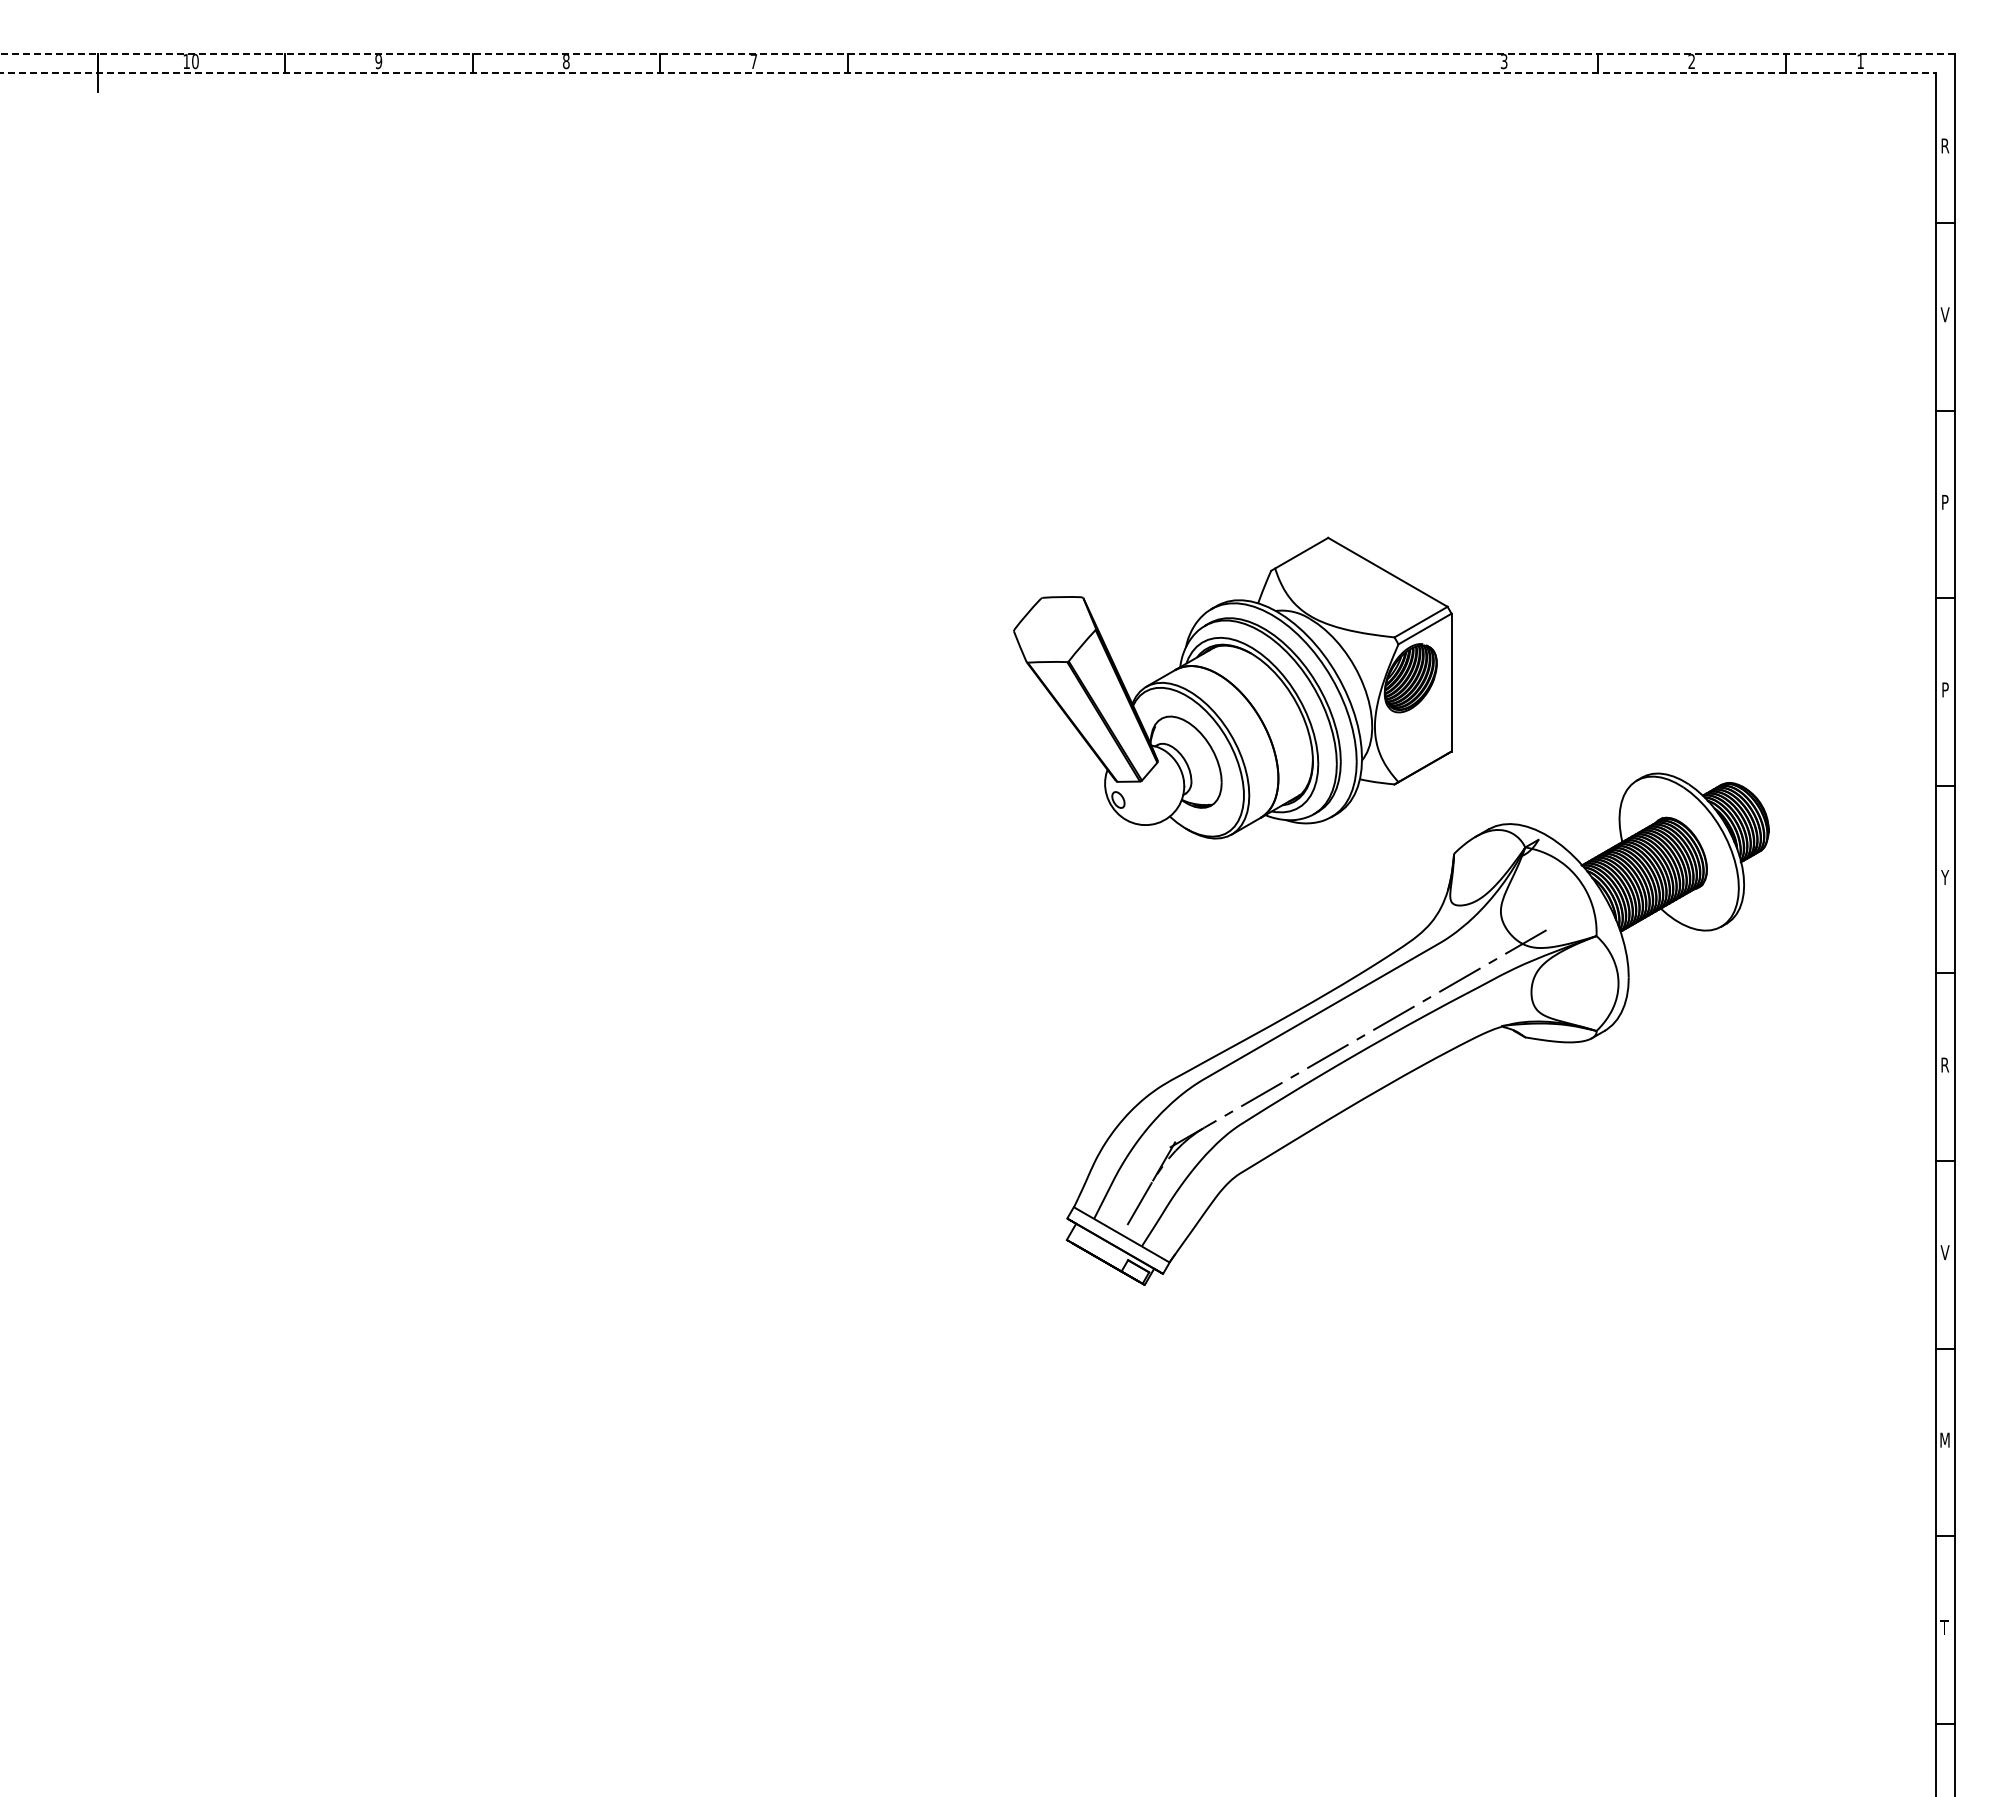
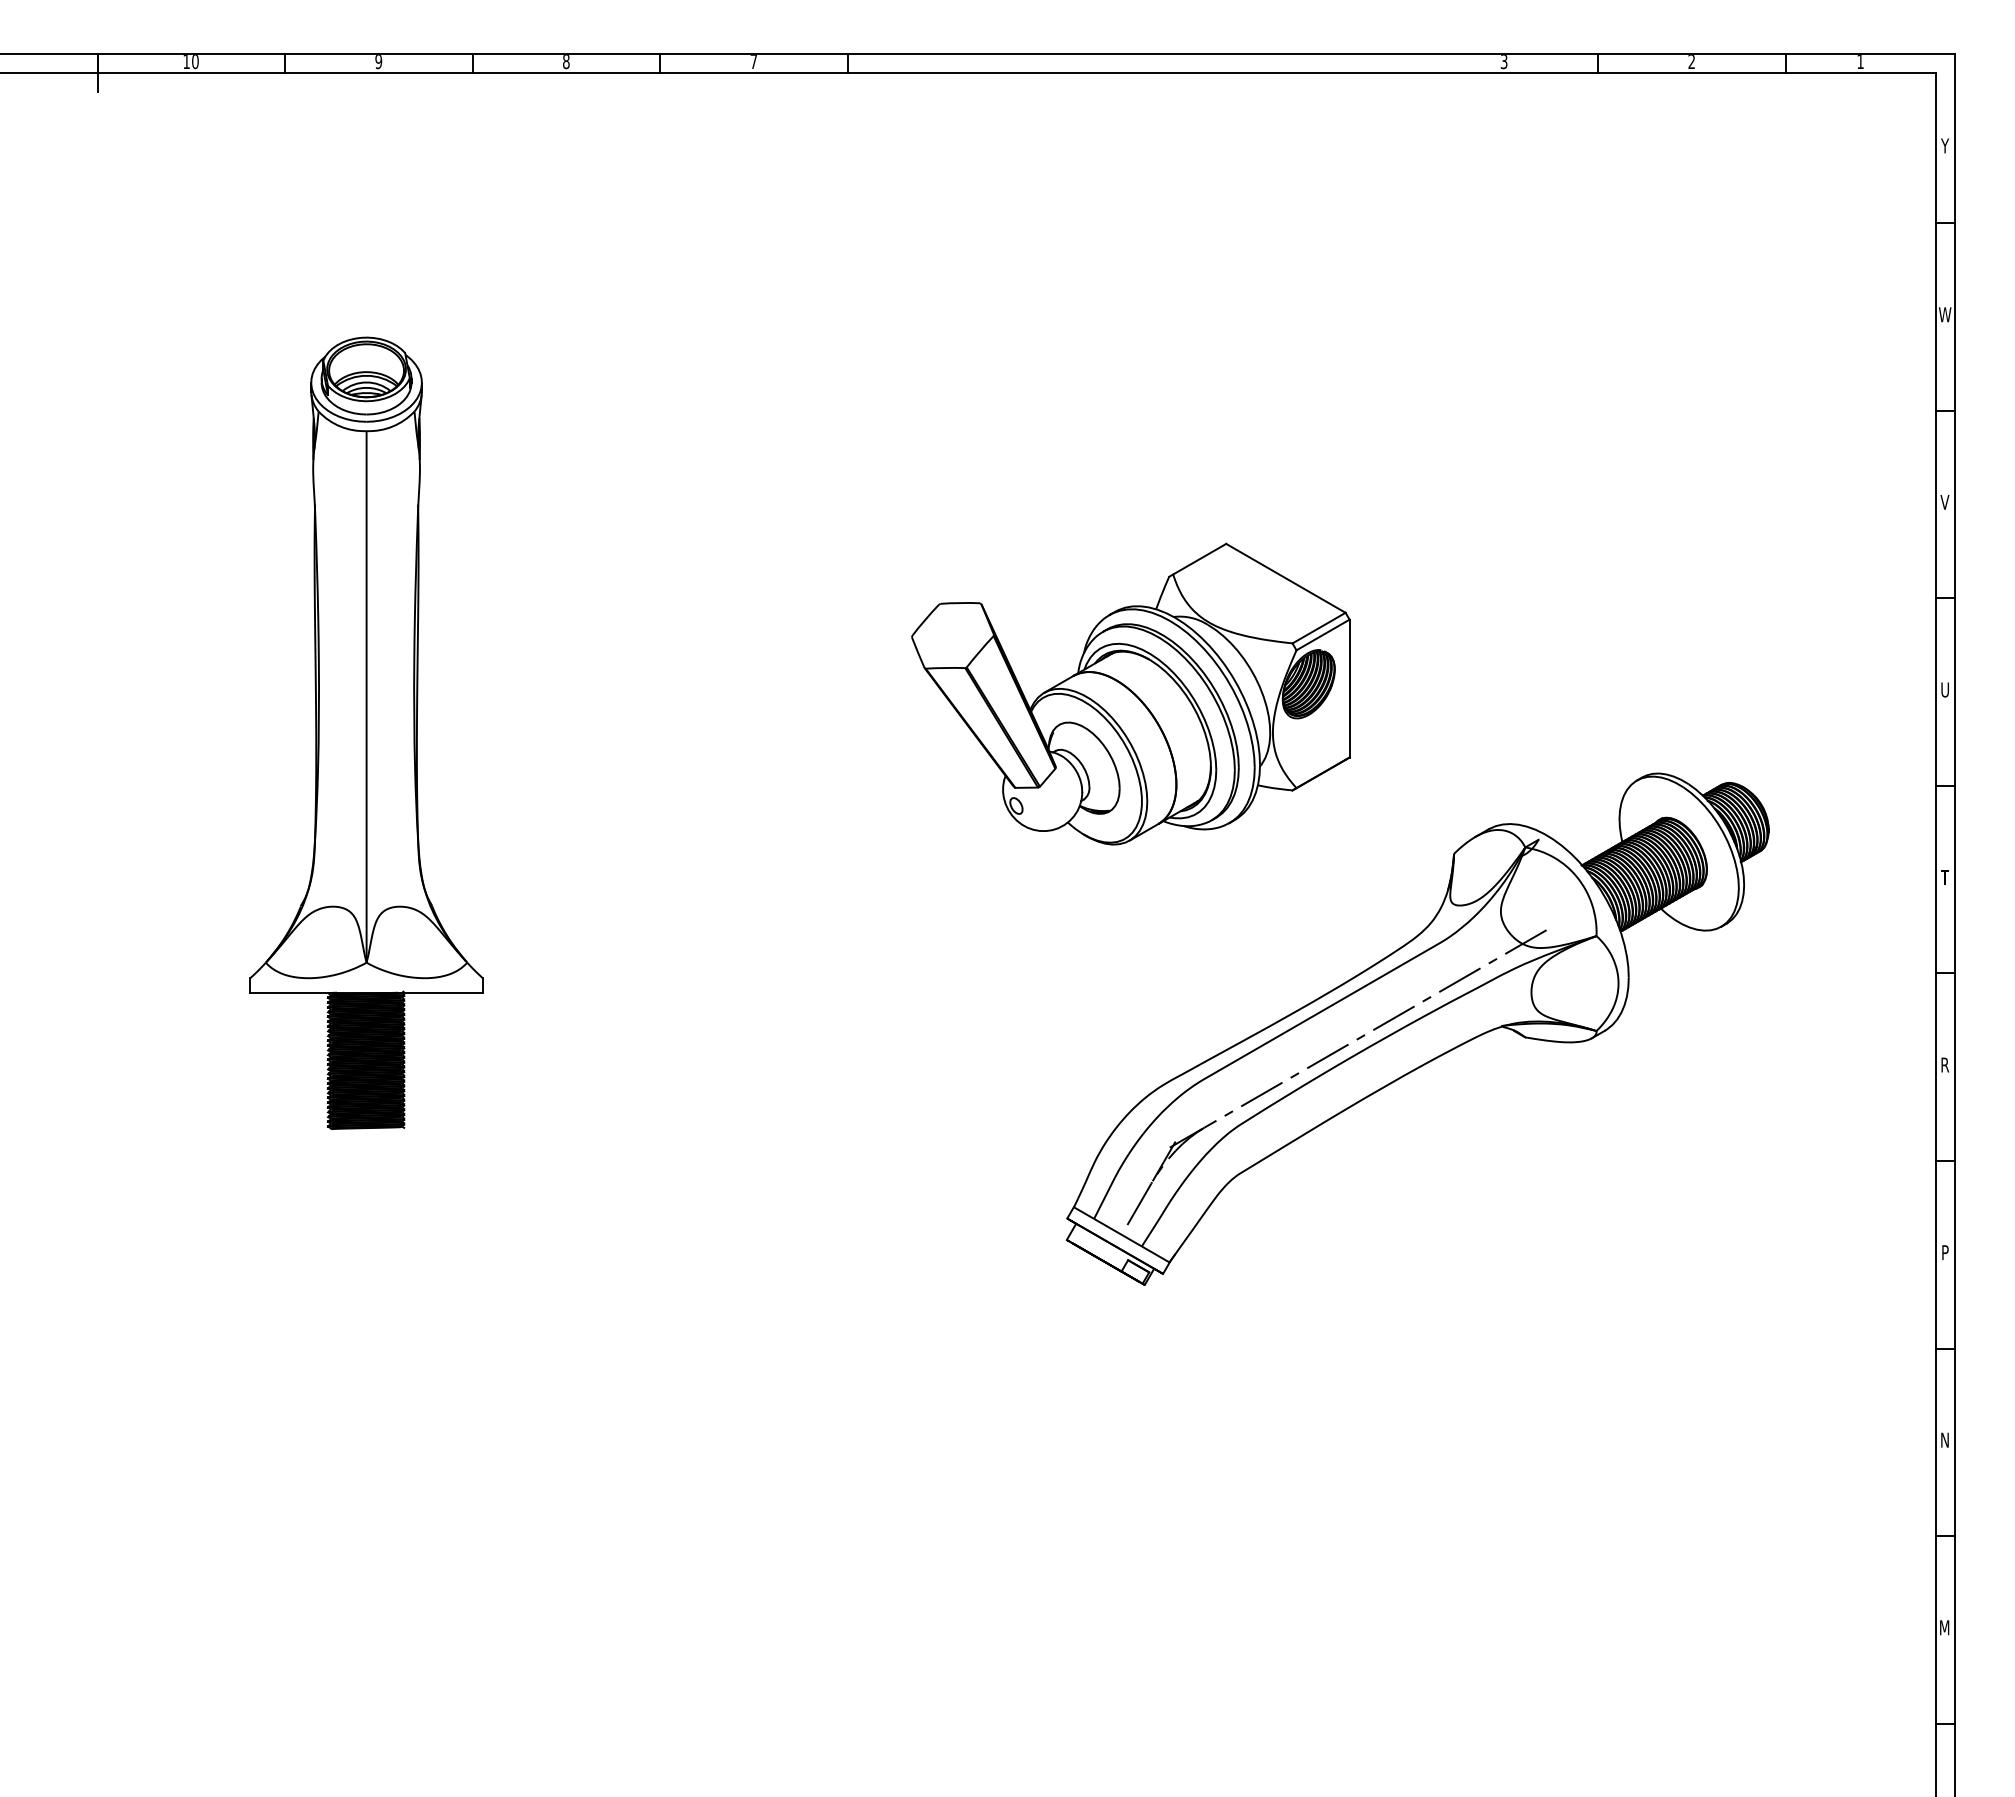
line at (977, 54): dashed -> solid
line at (967, 73): dashed -> solid
text at (1945, 145): R -> Y
text at (1945, 314): V -> W
text at (1944, 502): P -> V
part at (1232, 687) position: (1232, 687) -> (1130, 693)
text at (1944, 689): P -> U
part at (366, 732): none -> present
text at (1945, 877): Y -> T
text at (1944, 1252): V -> P
text at (1944, 1439): M -> N
text at (1944, 1627): T -> M
